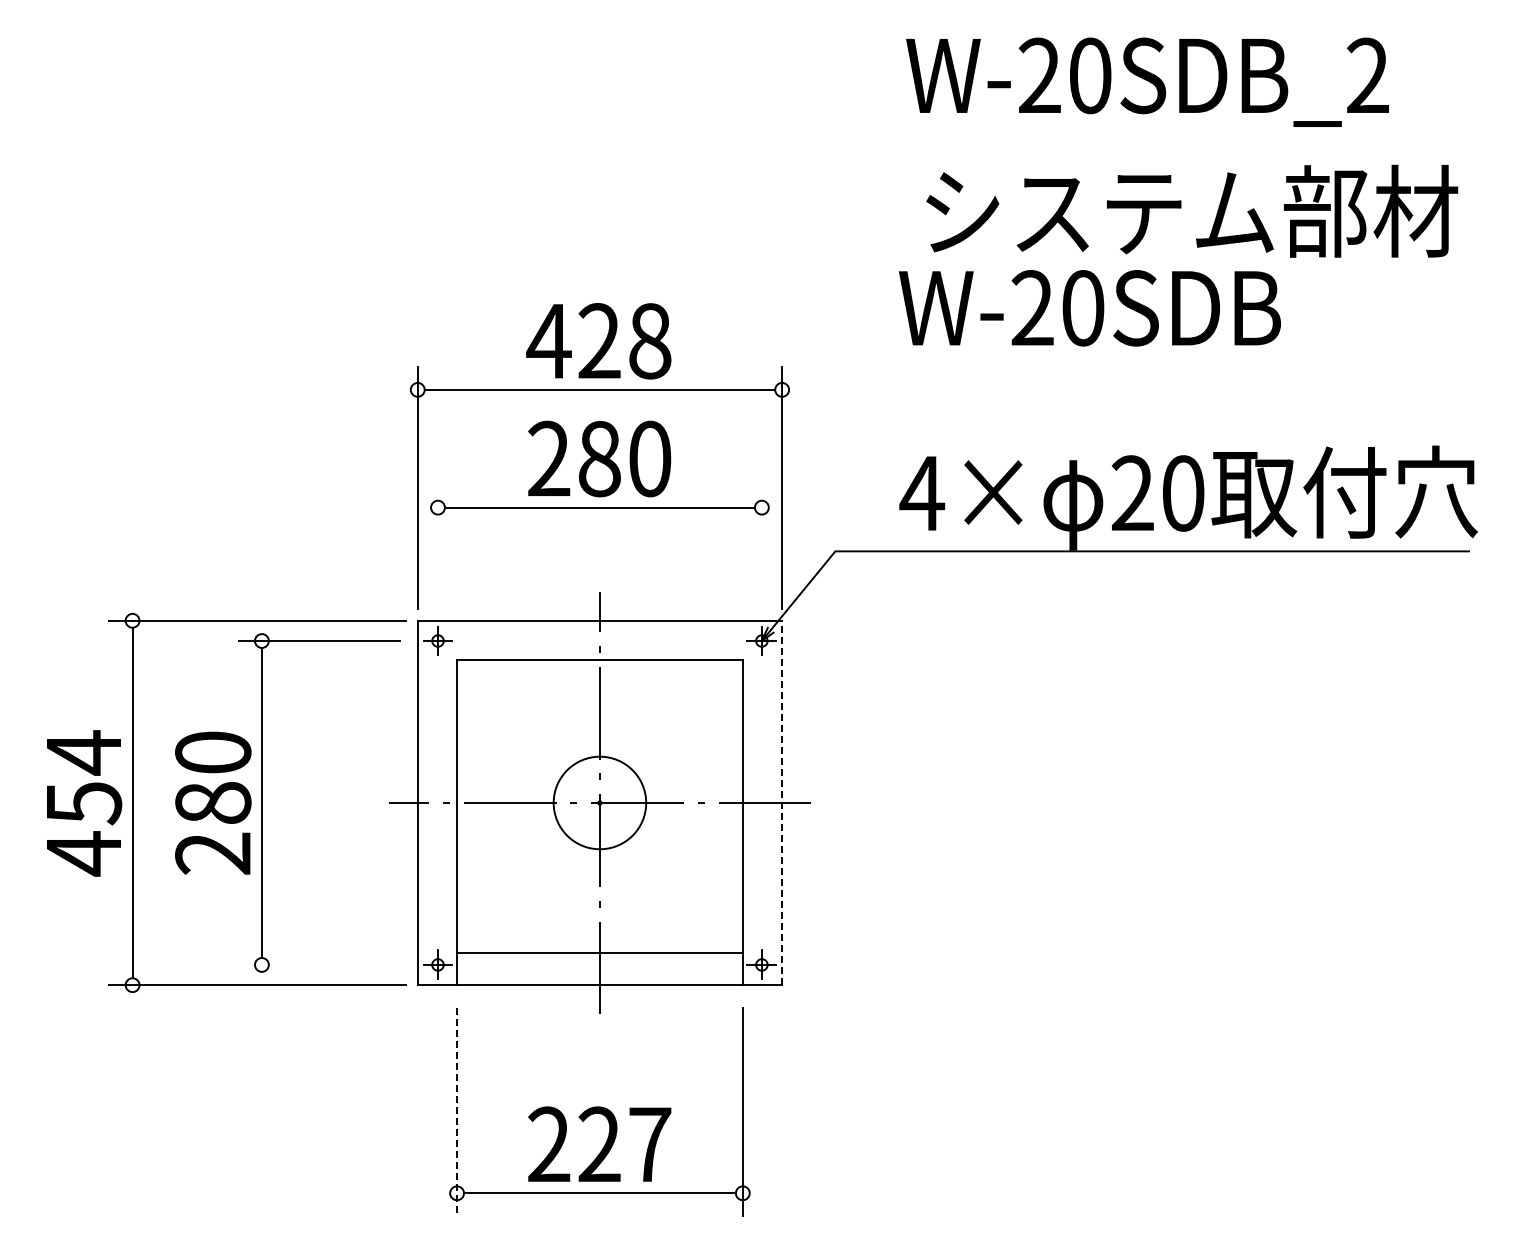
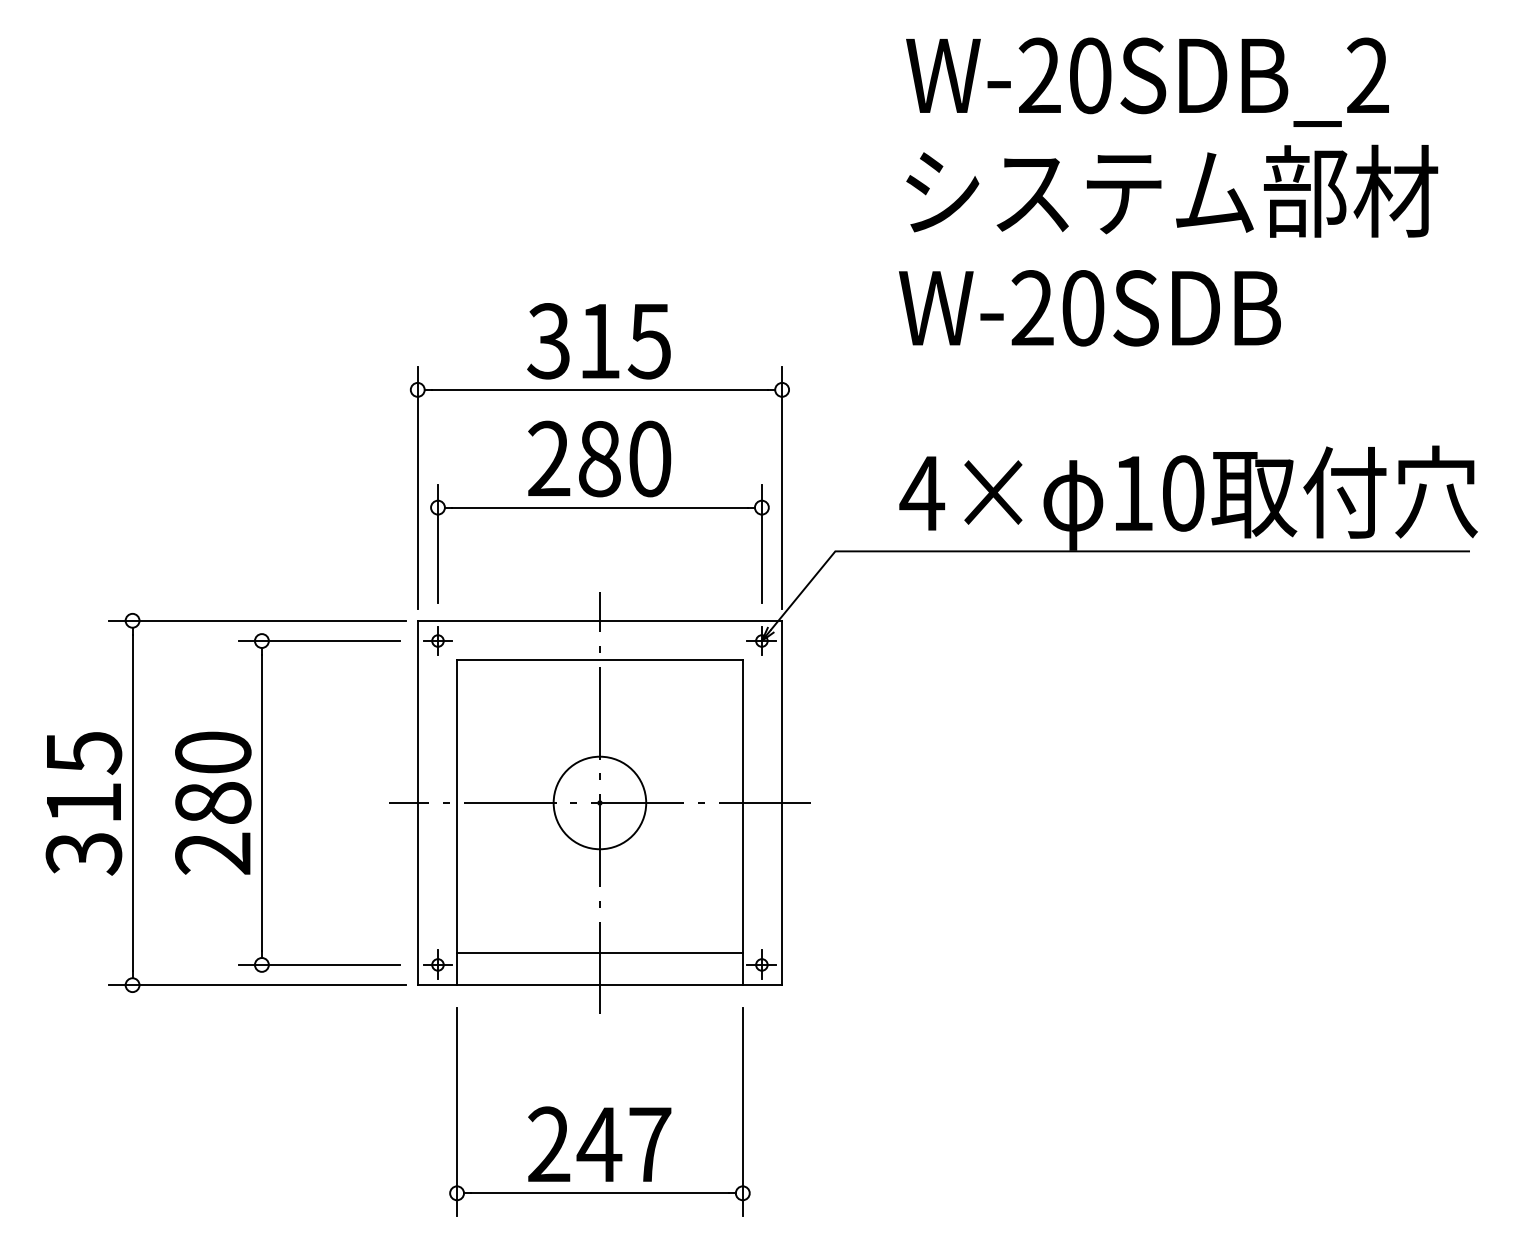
text at (1192, 210) position: (1192, 210) -> (1172, 190)
text at (598, 341): 428 -> 315
text at (1132, 492): 20 -> 10
line at (437, 543): none -> present
line at (761, 543): none -> present
line at (782, 802): dashed -> solid
text at (83, 803): 454 -> 315
line at (319, 964): none -> present
line at (457, 1112): dashed -> solid
text at (599, 1143): 227 -> 247
